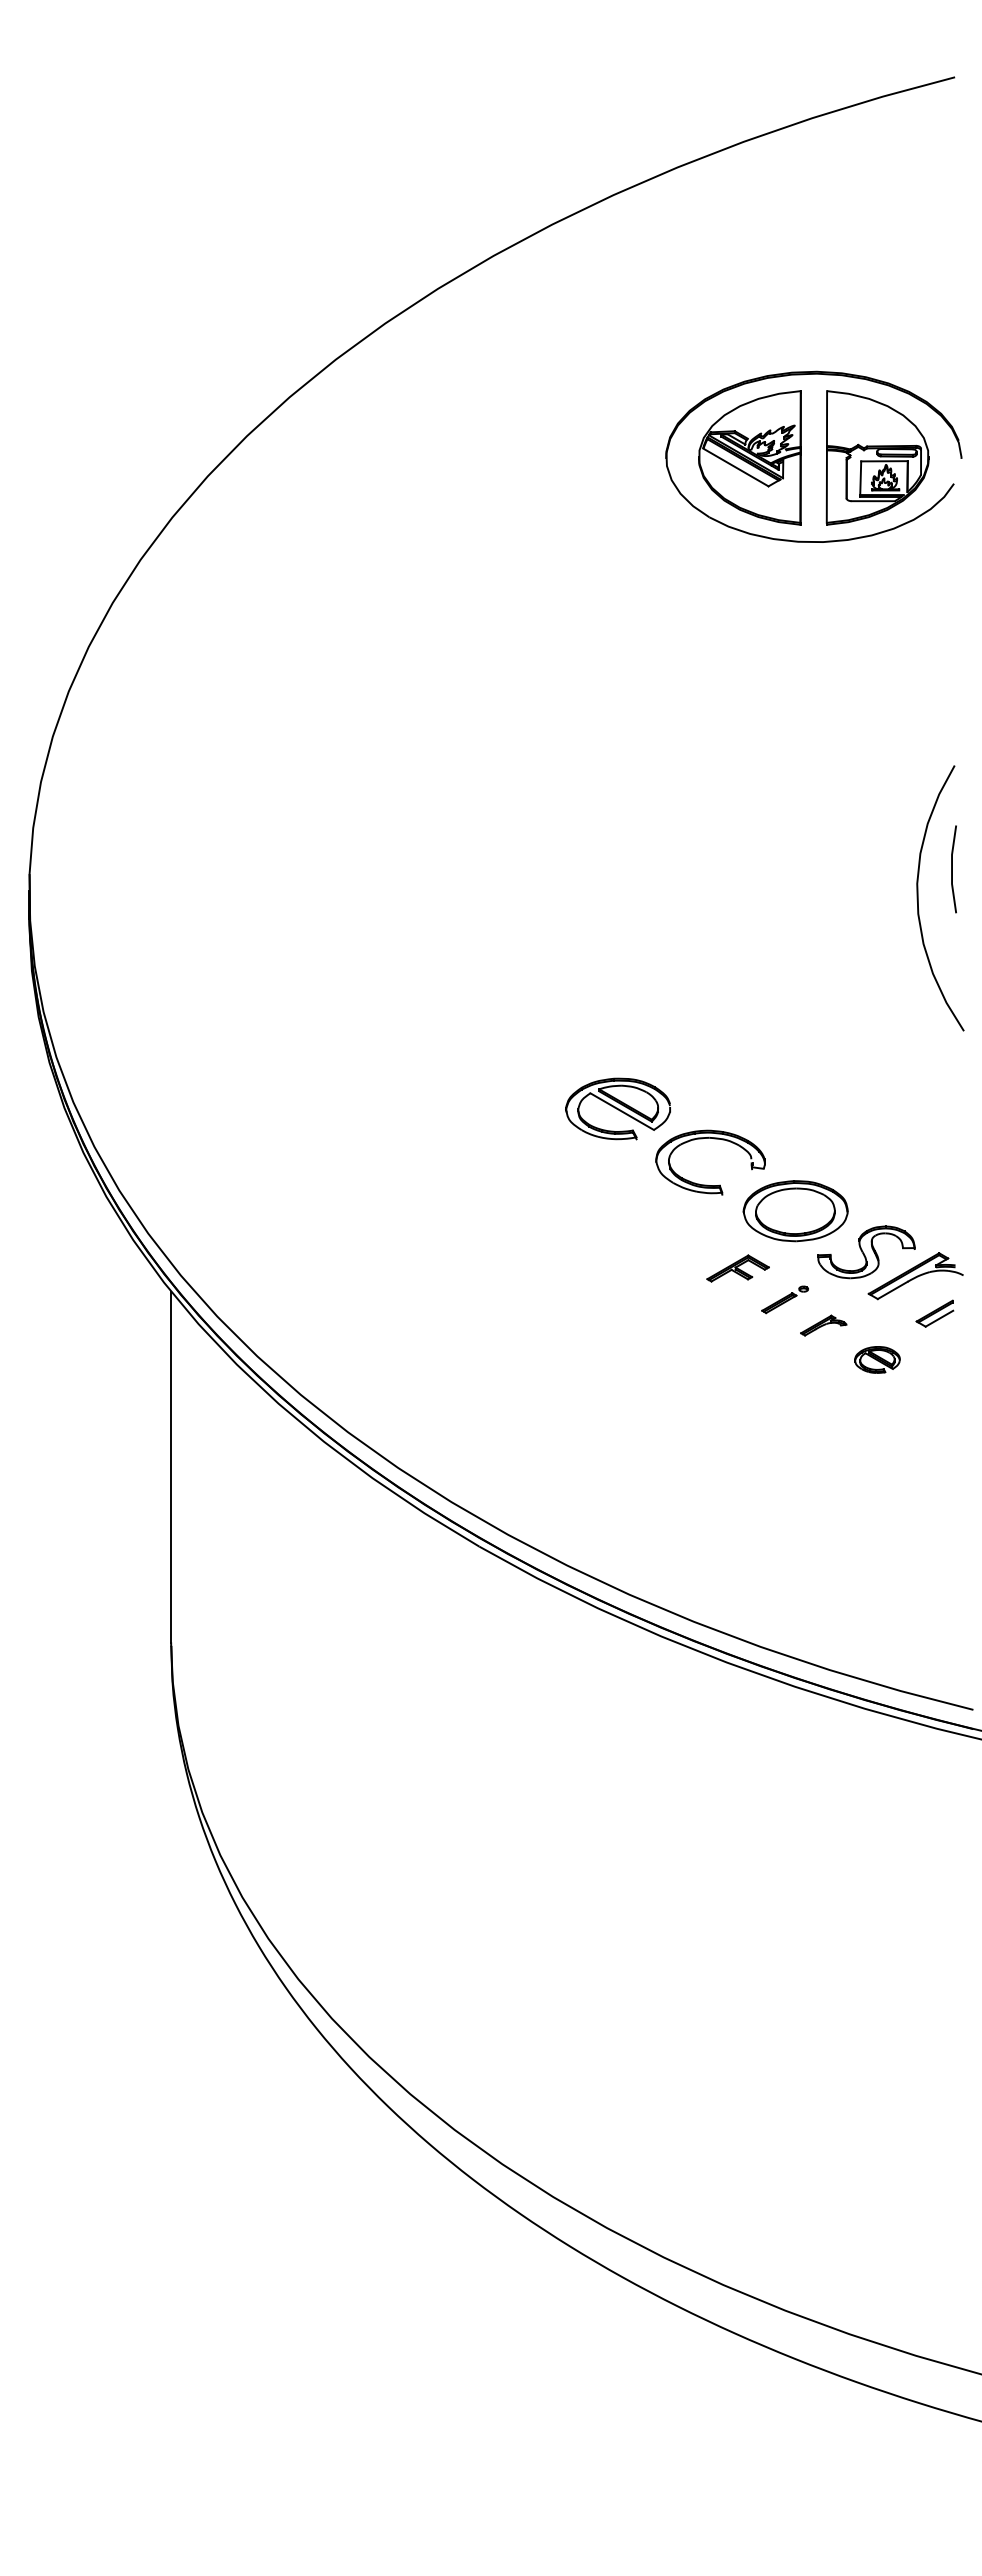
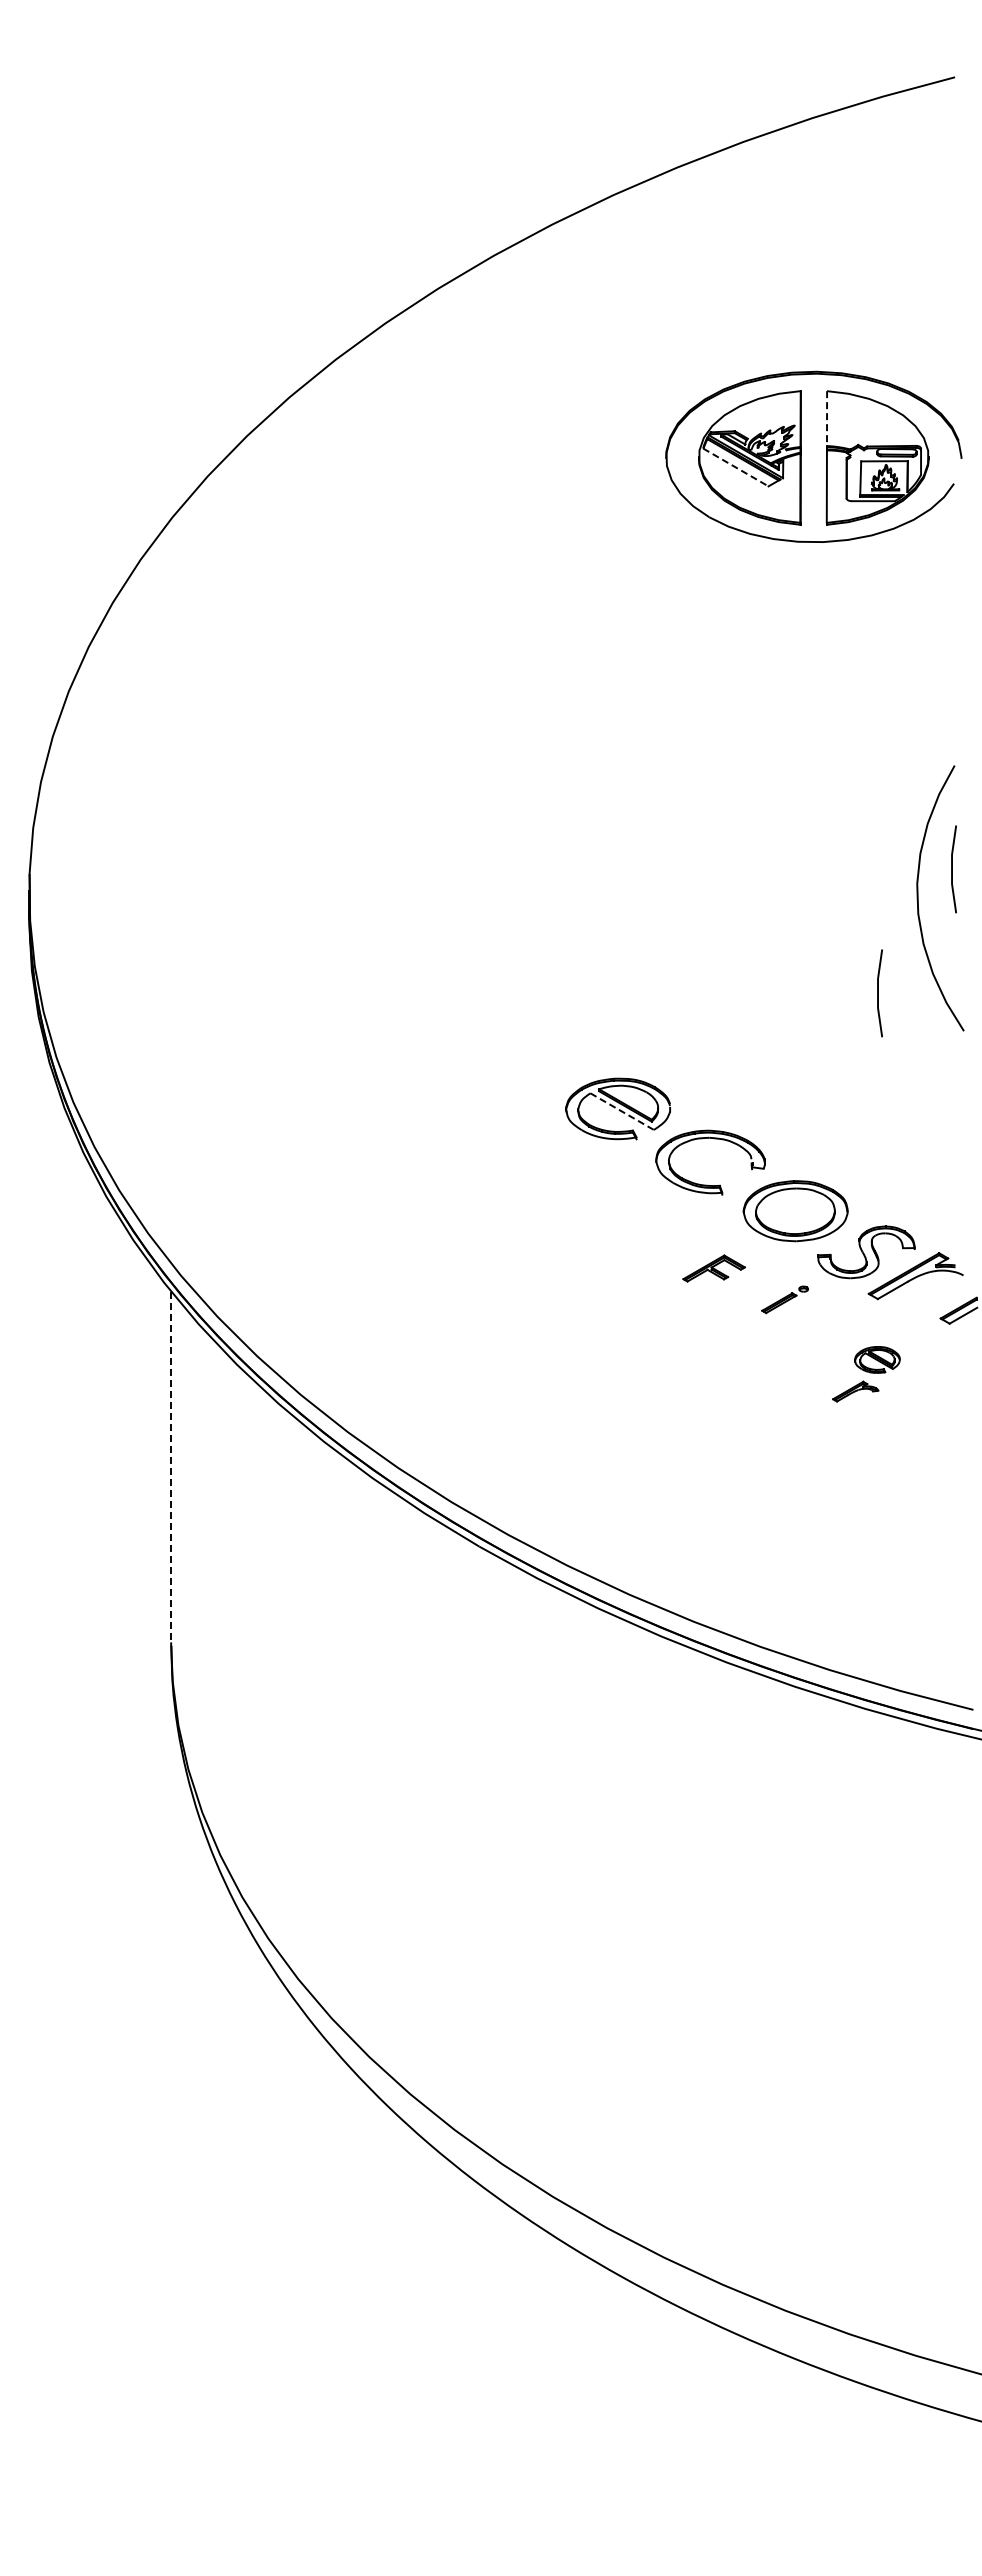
line at (827, 419): solid -> dashed
line at (735, 467): solid -> dashed
line at (878, 993): none -> present
line at (622, 1111): solid -> dashed
part at (737, 1268) position: (737, 1268) -> (713, 1268)
part at (934, 1313) position: (934, 1313) -> (958, 1310)
part at (823, 1325) position: (823, 1325) -> (855, 1391)
line at (171, 1467): solid -> dashed
